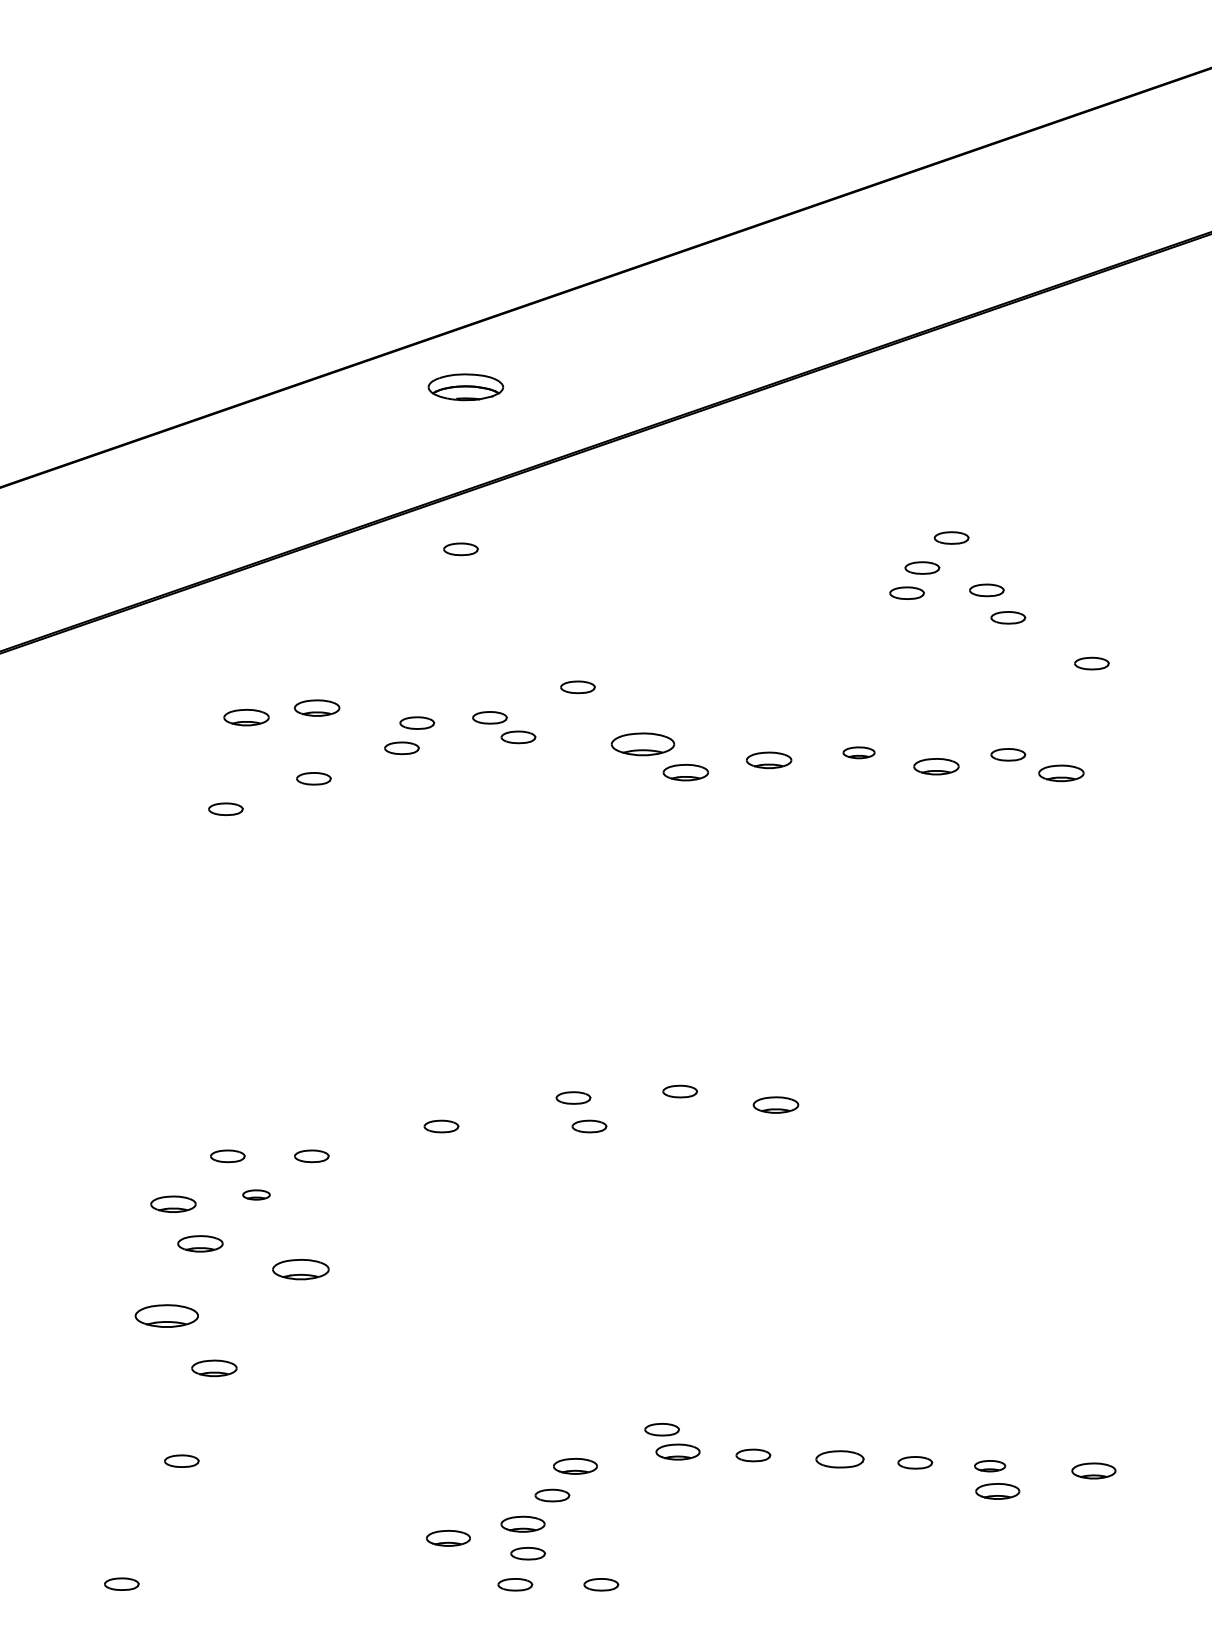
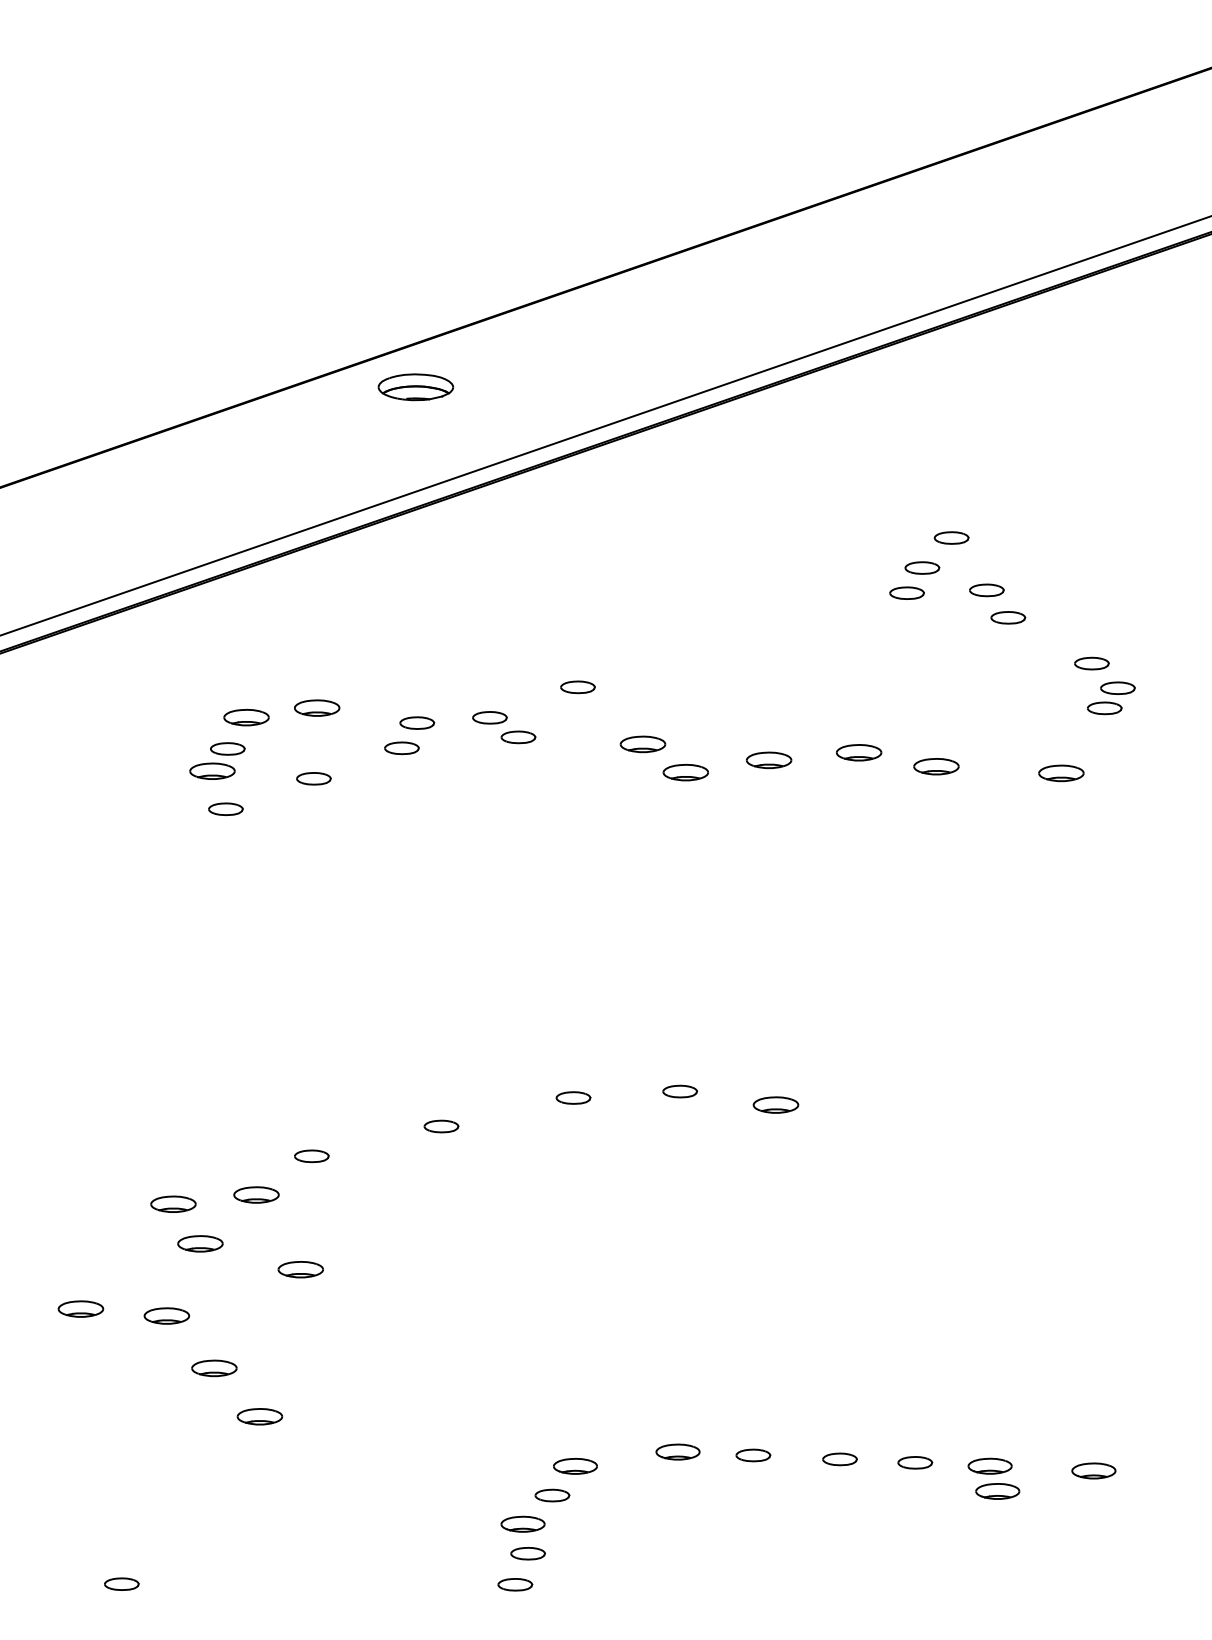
part at (465, 387) position: (465, 387) -> (415, 387)
line at (605, 425): none -> present
part at (460, 549): present -> none
part at (1111, 698): none -> present
part at (642, 744) size: 66x25 px -> 48x19 px
part at (858, 752) size: 34x14 px -> 48x18 px
part at (1008, 754): present -> none
part at (217, 760): none -> present
part at (589, 1126): present -> none
part at (227, 1156): present -> none
part at (256, 1194) size: 29x12 px -> 47x18 px
part at (300, 1269) size: 58x23 px -> 47x18 px
part at (80, 1308): none -> present
part at (166, 1315) size: 65x24 px -> 48x18 px
part at (259, 1416): none -> present
part at (661, 1429): present -> none
part at (839, 1459) size: 50x19 px -> 36x15 px
part at (181, 1460): present -> none
part at (990, 1466) size: 33x13 px -> 46x18 px
part at (448, 1538): present -> none
part at (601, 1584): present -> none
